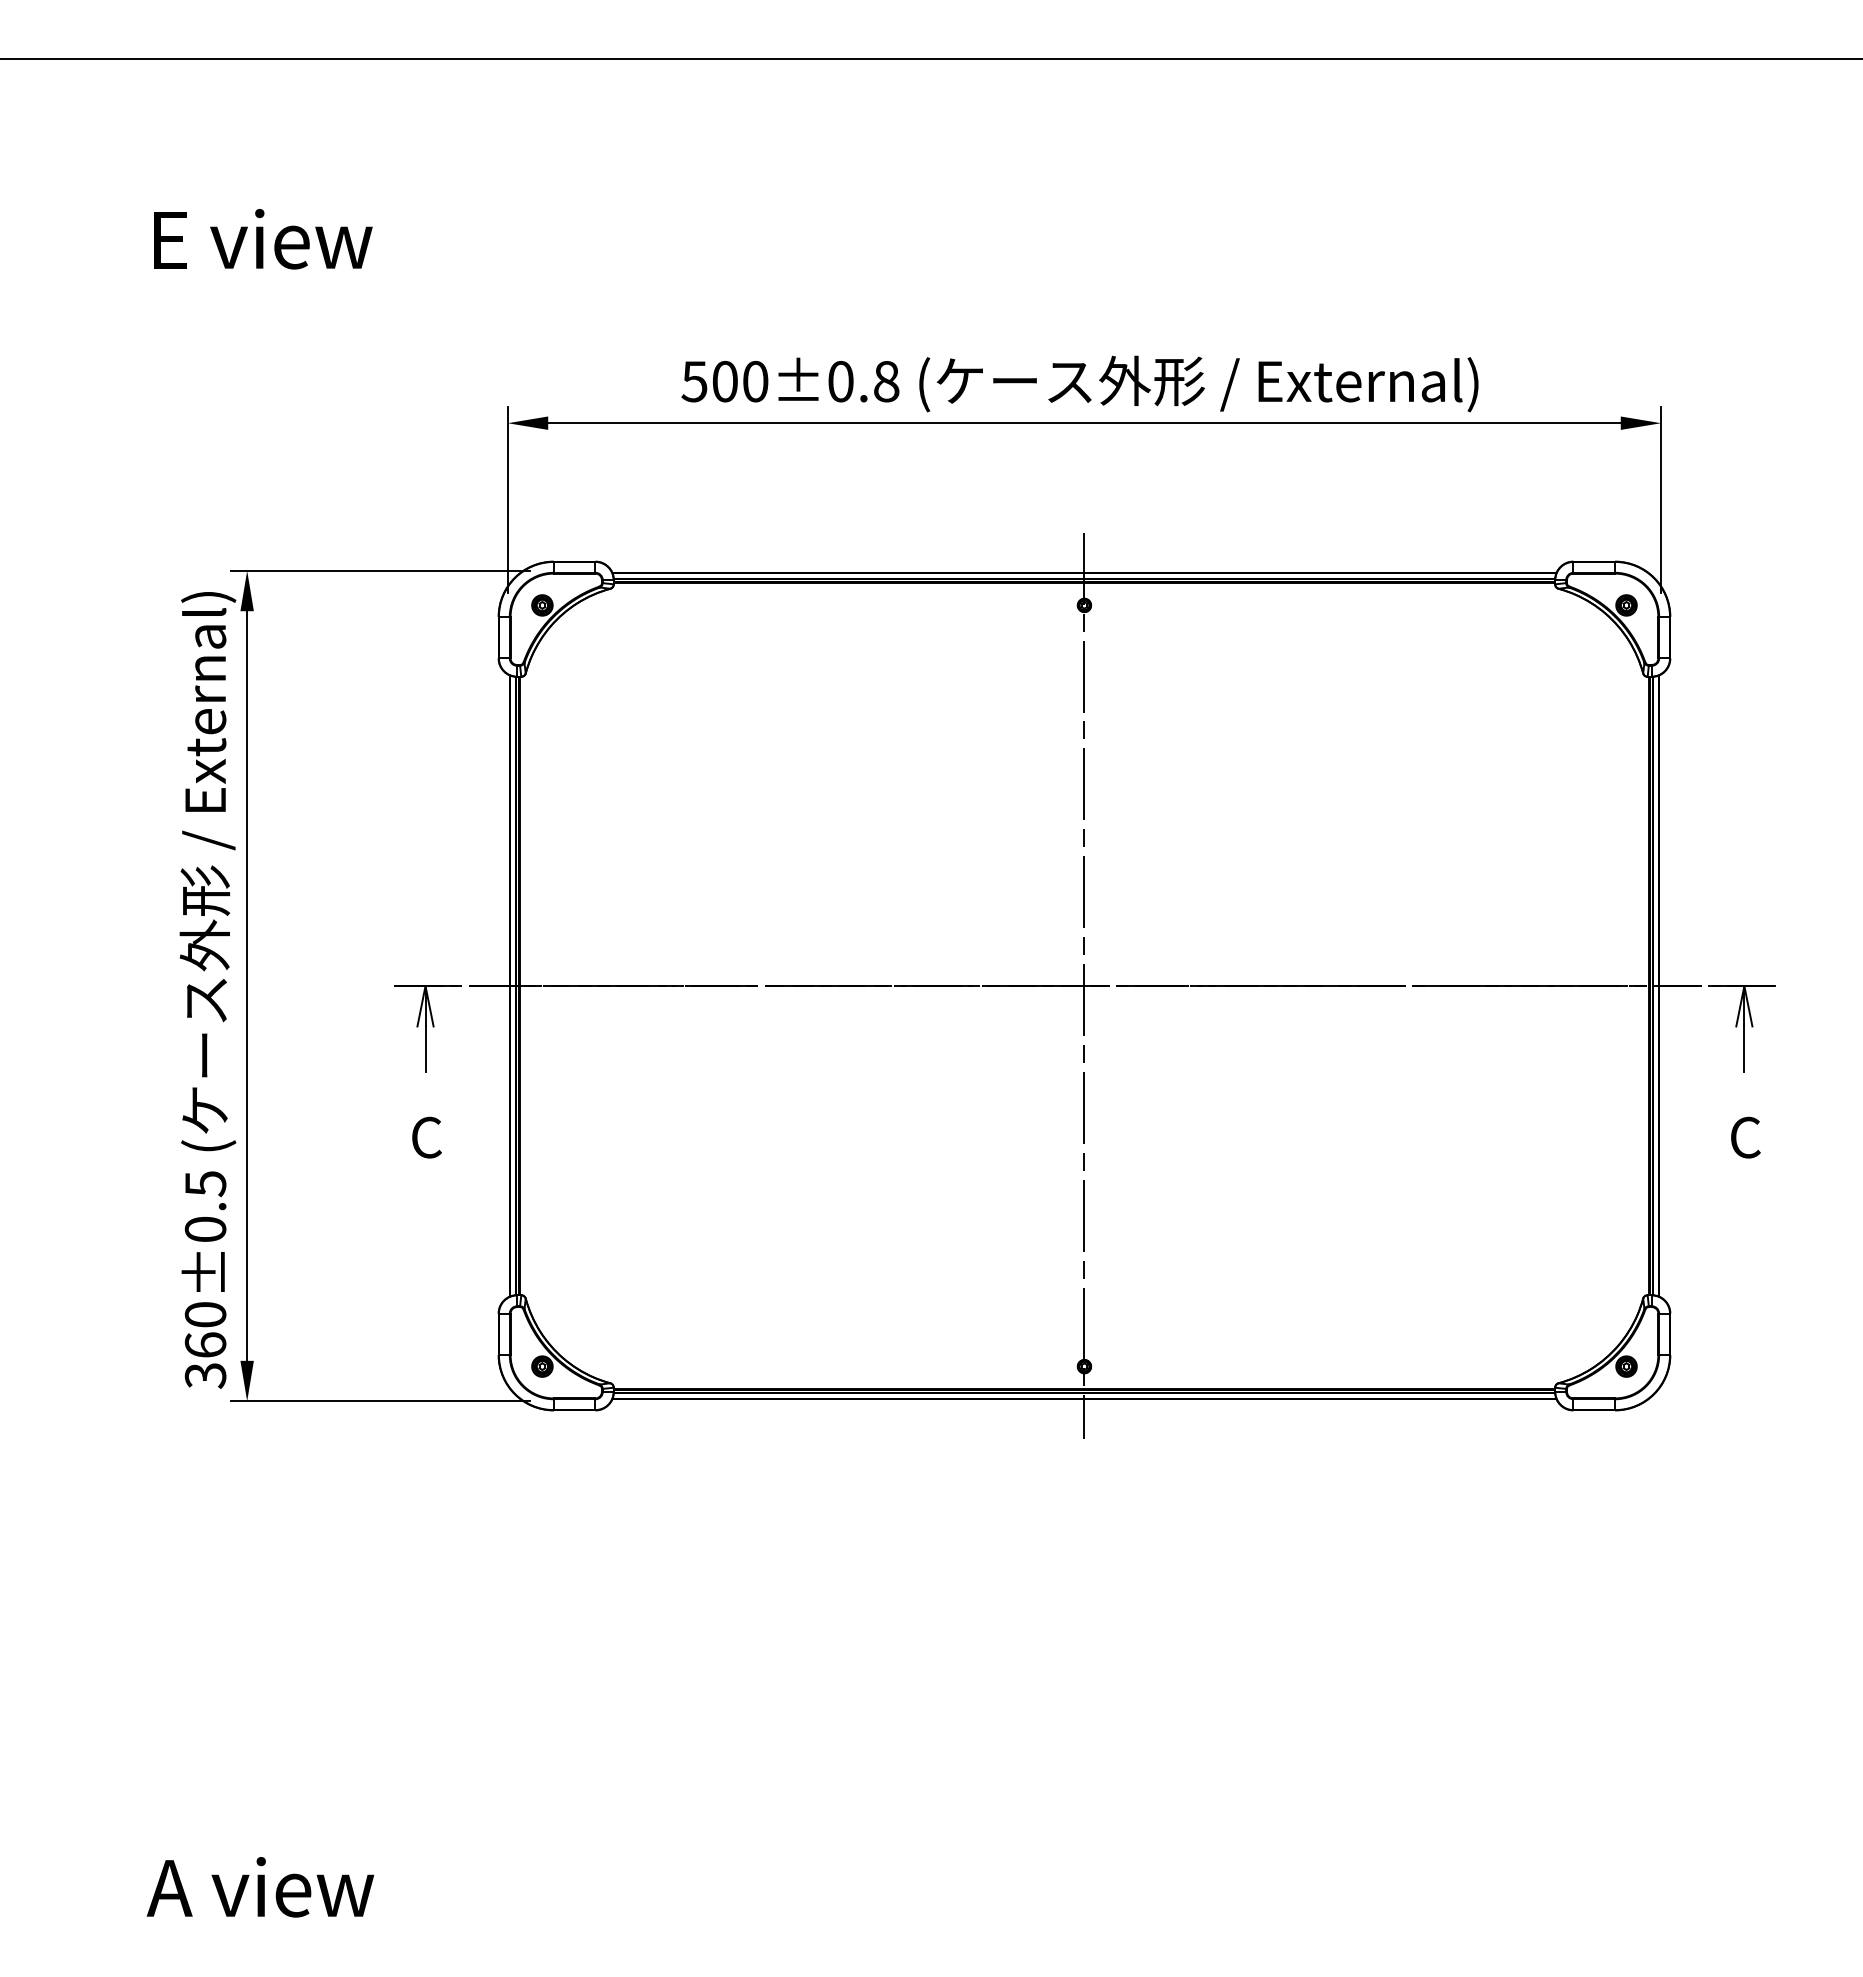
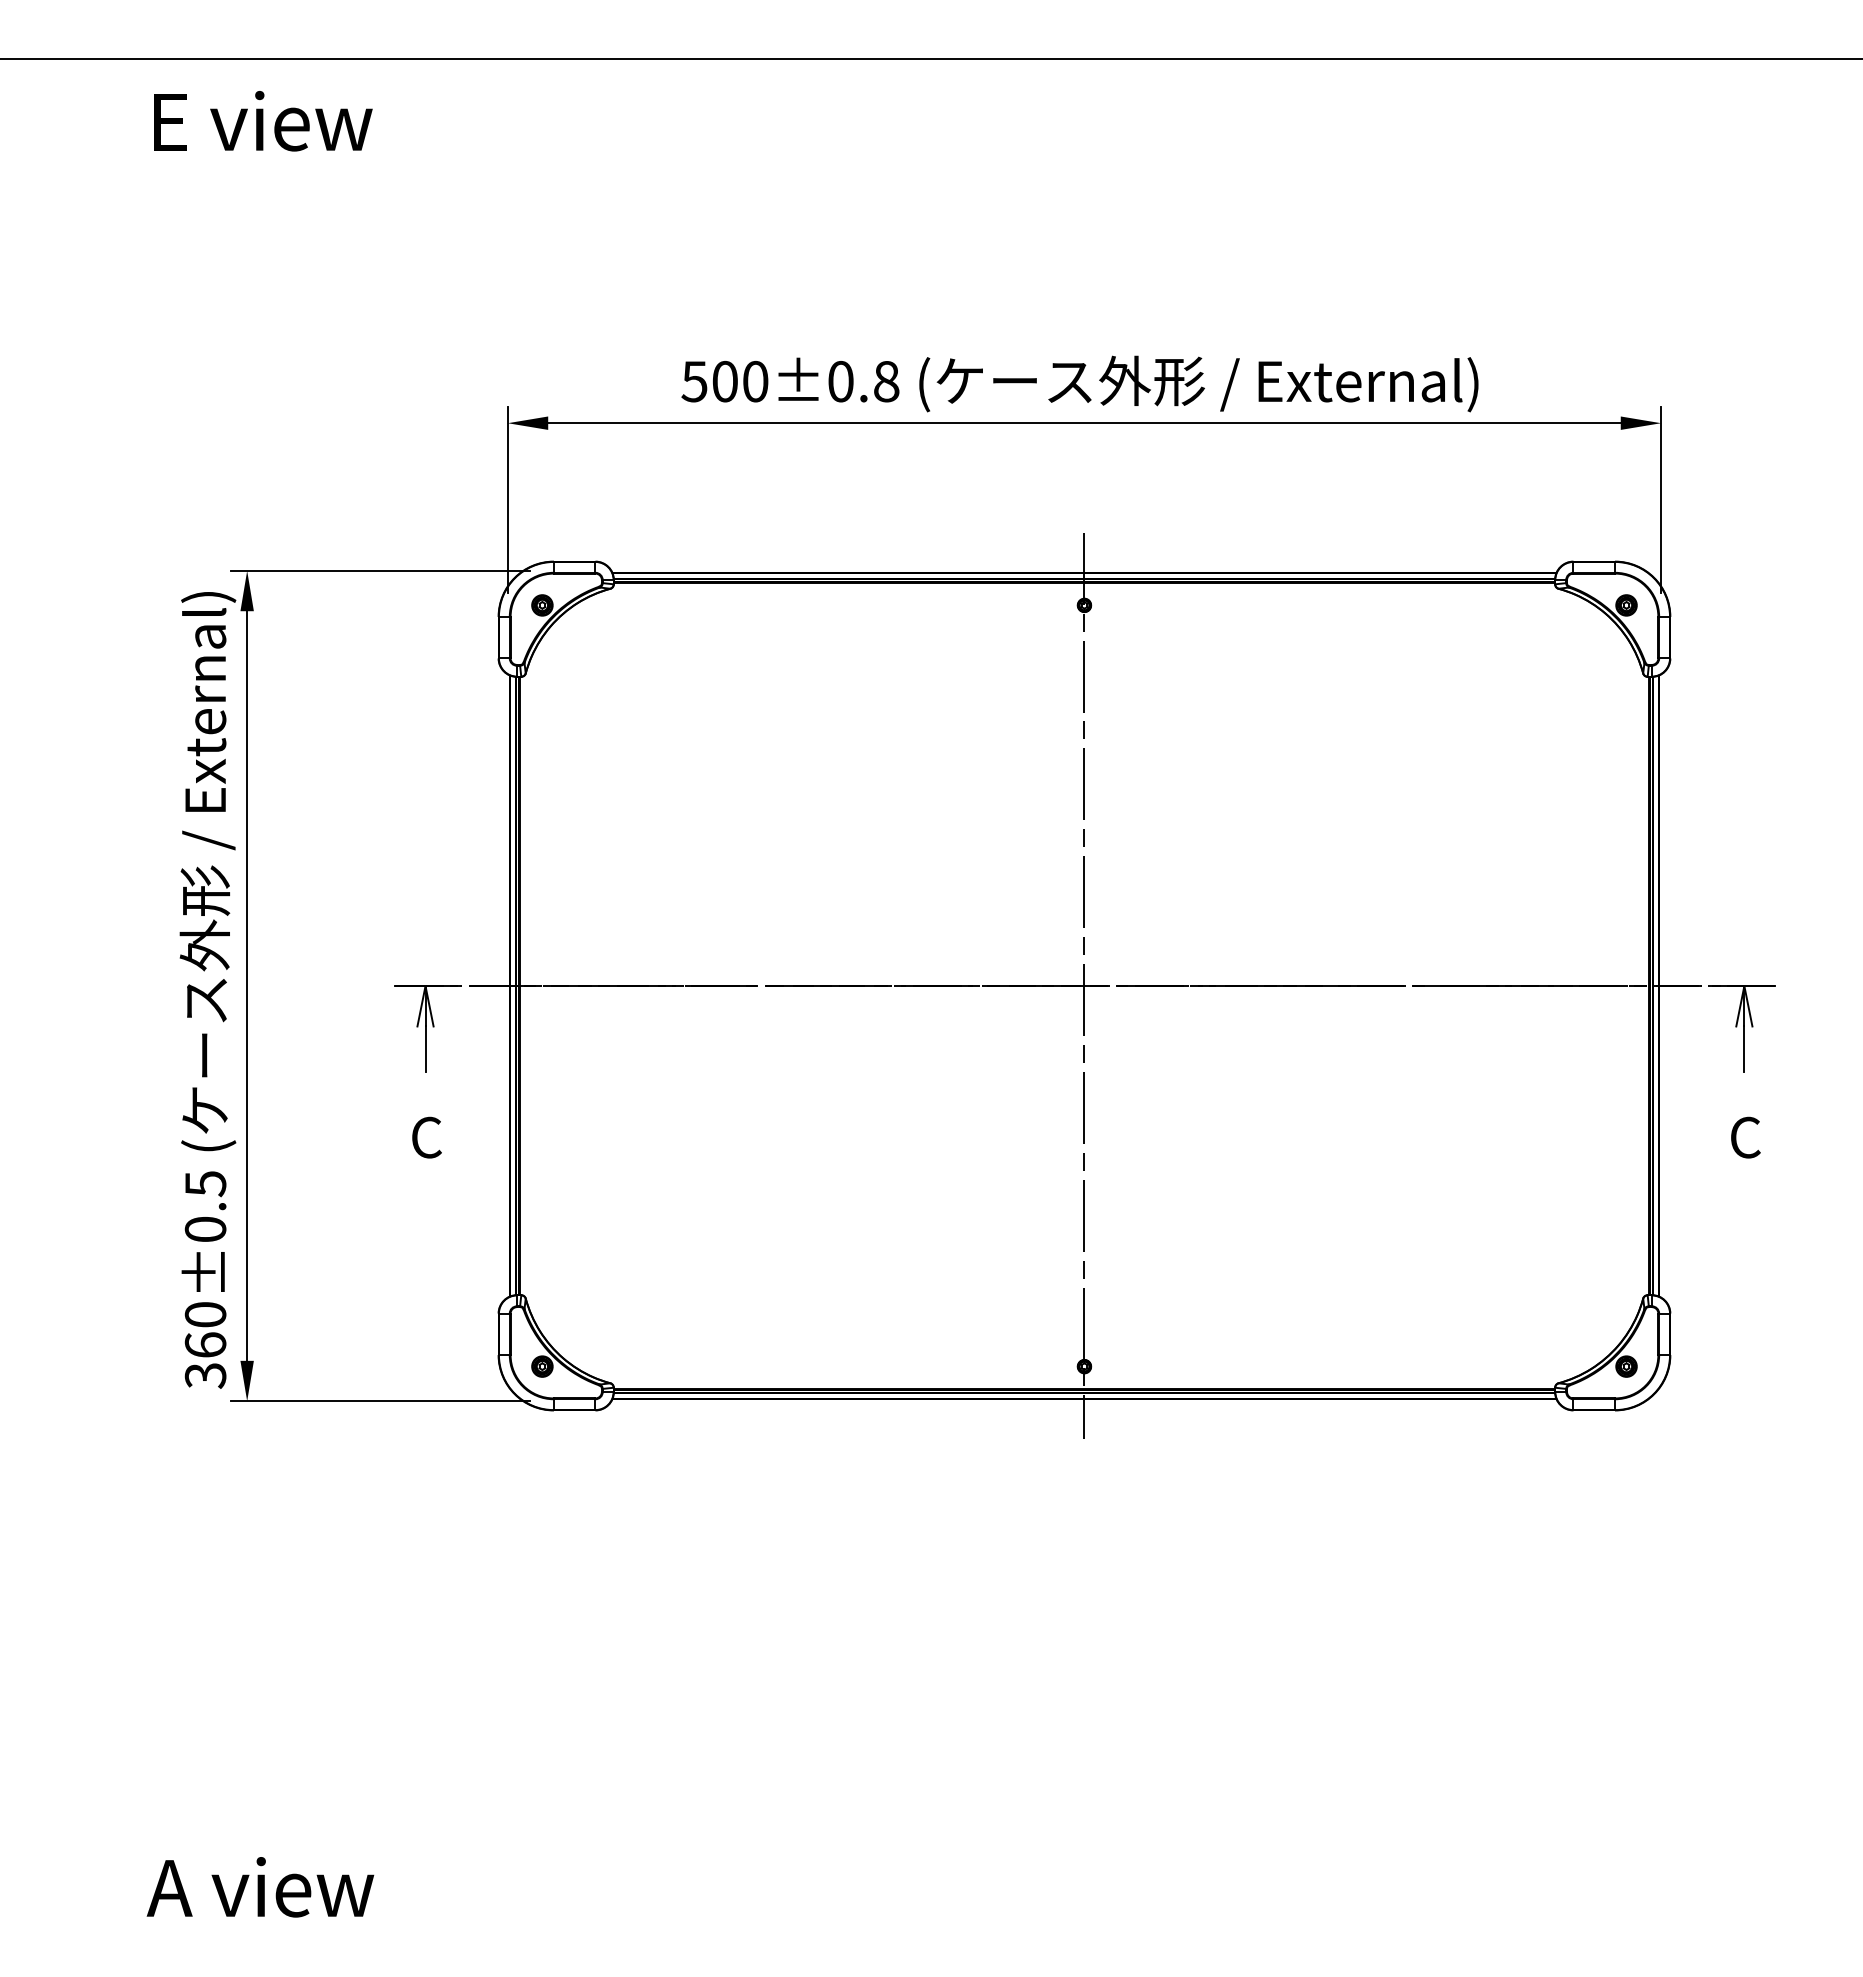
text at (263, 239) position: (263, 239) -> (263, 121)
